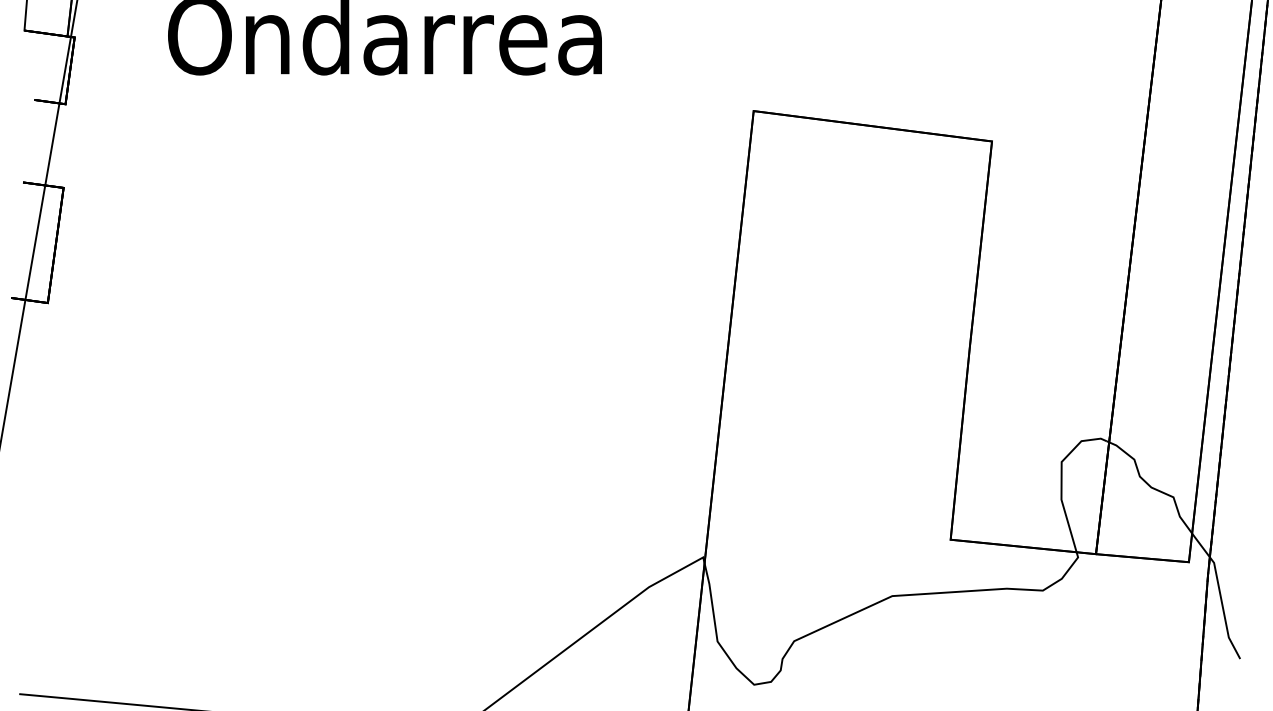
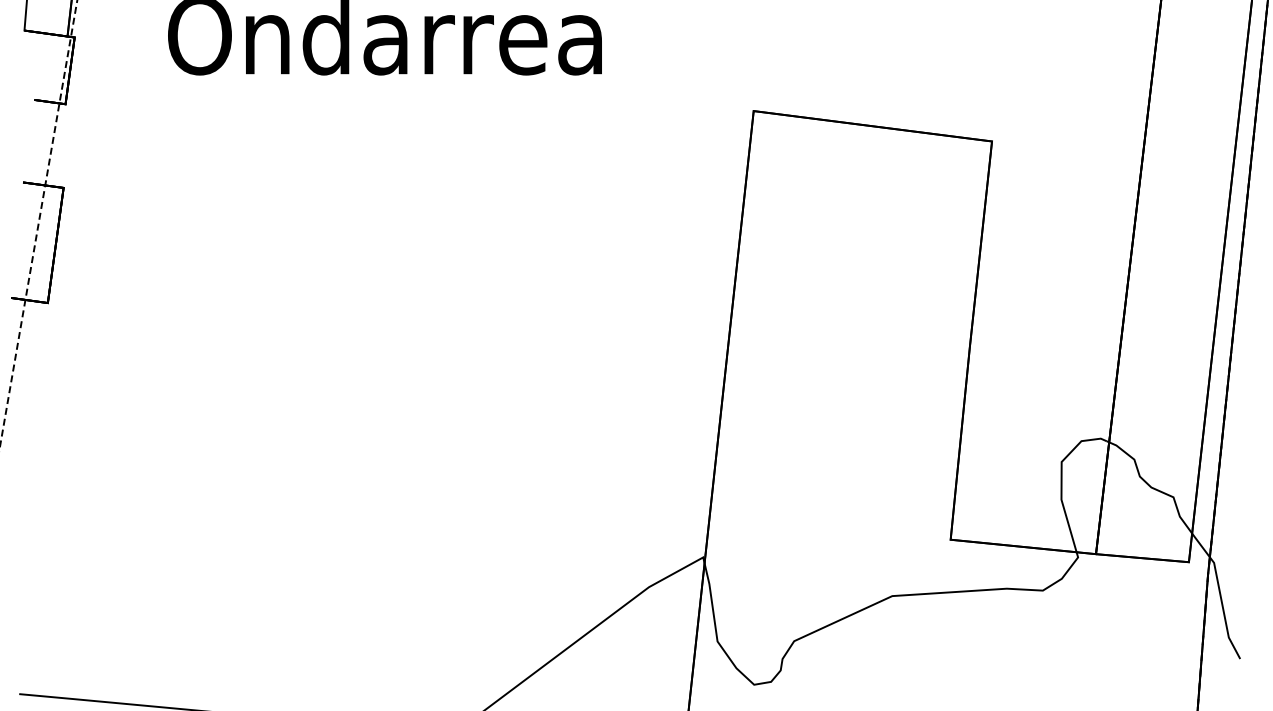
line at (38, 222): solid -> dashed
